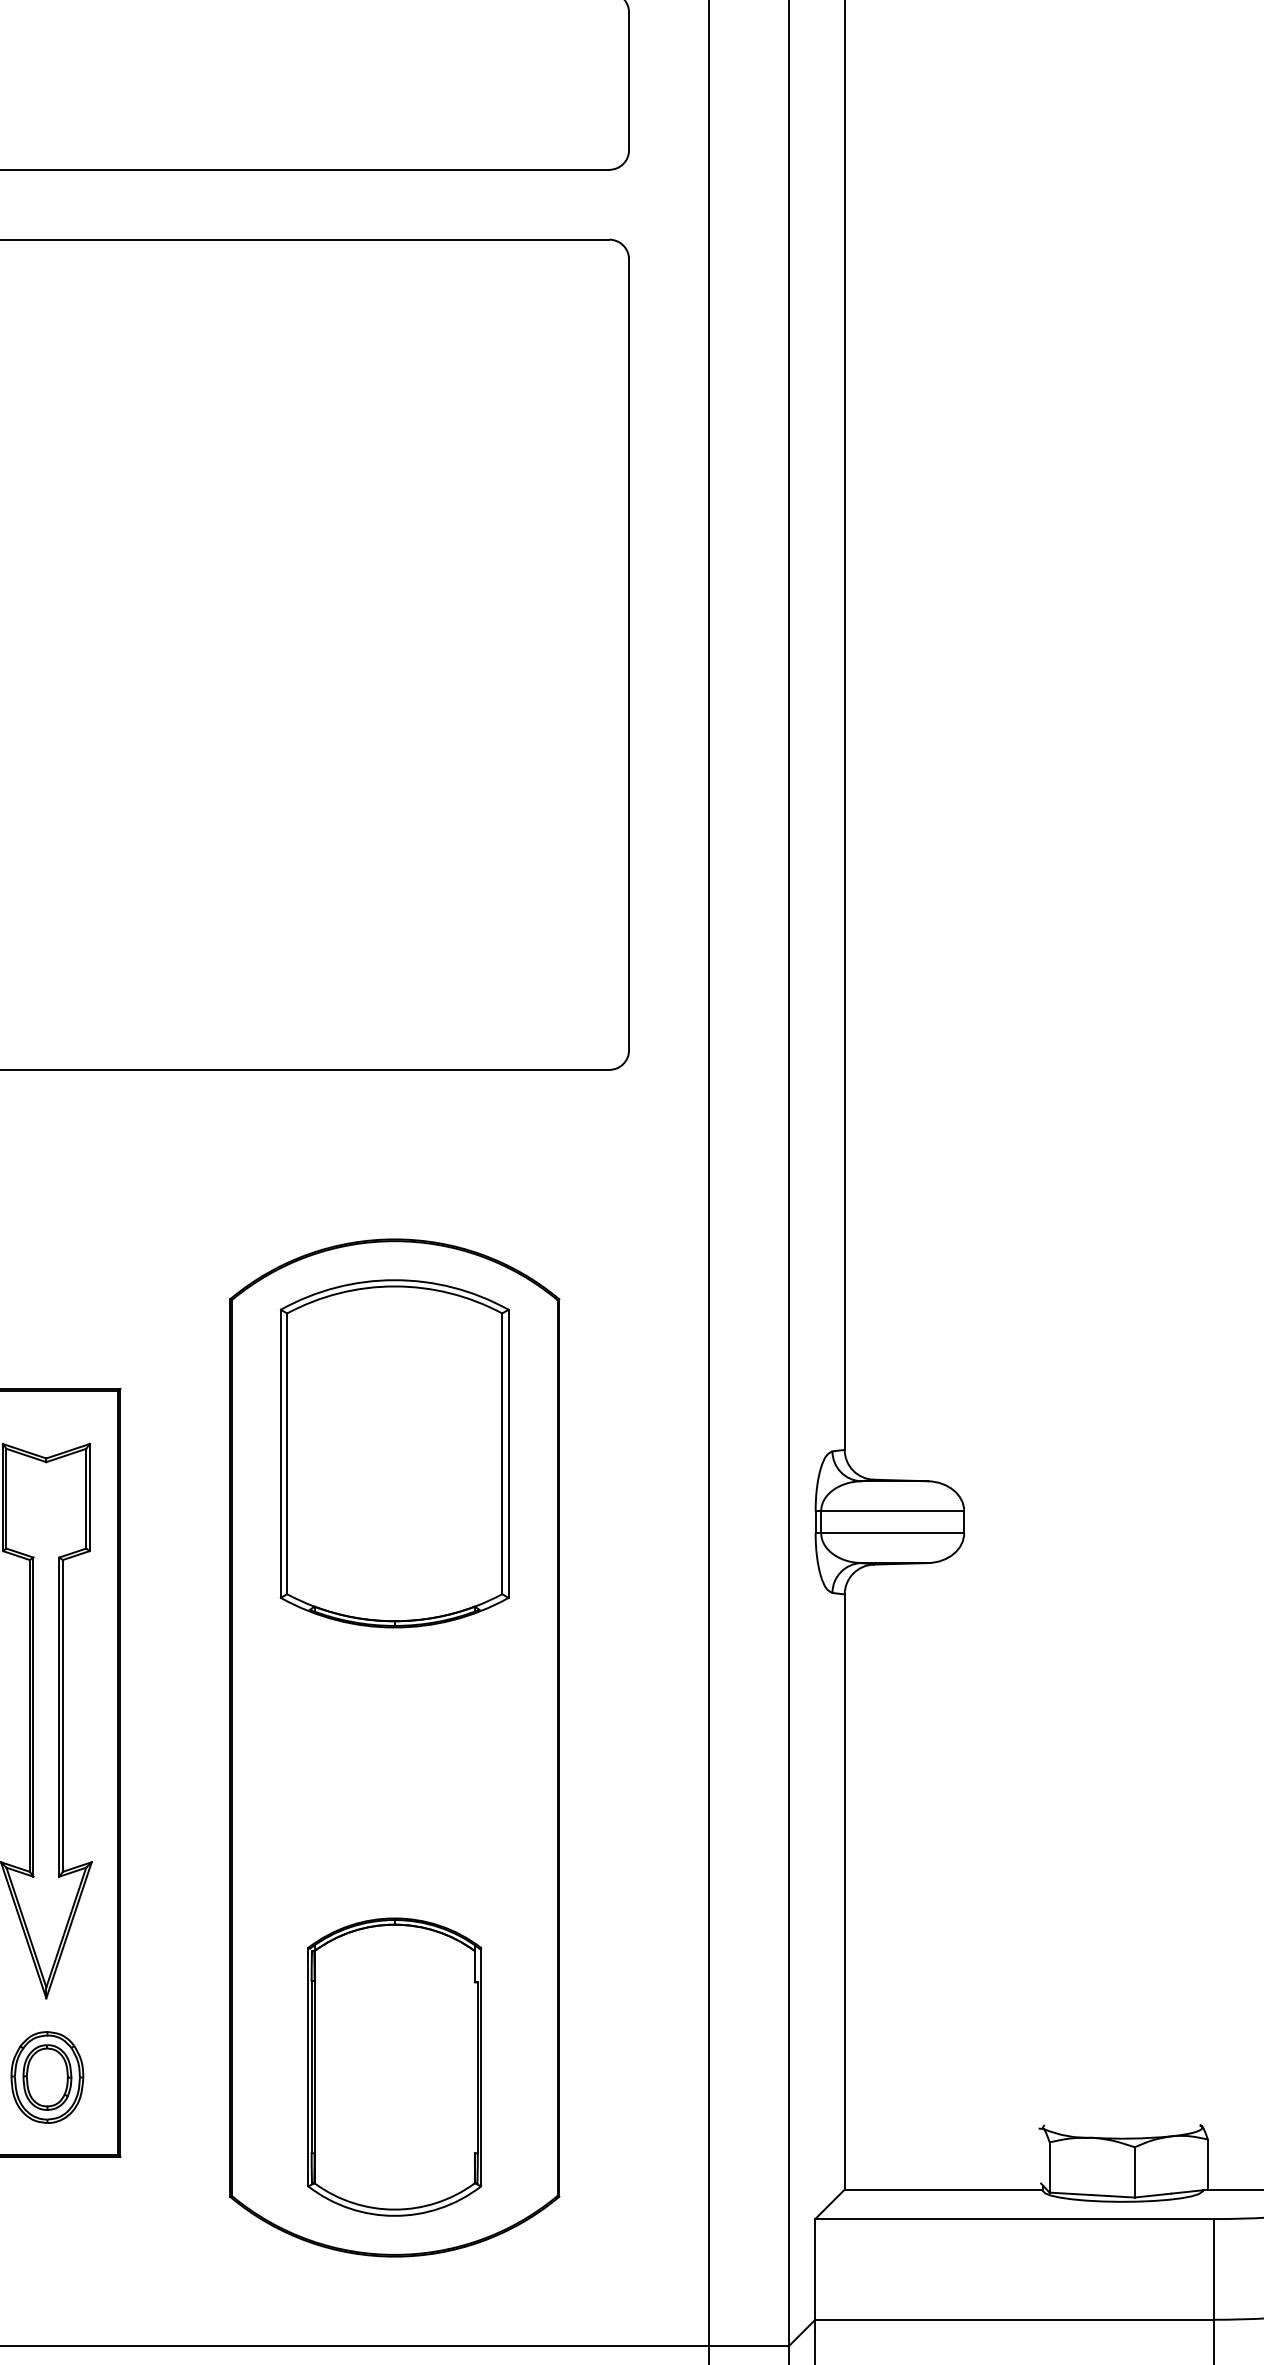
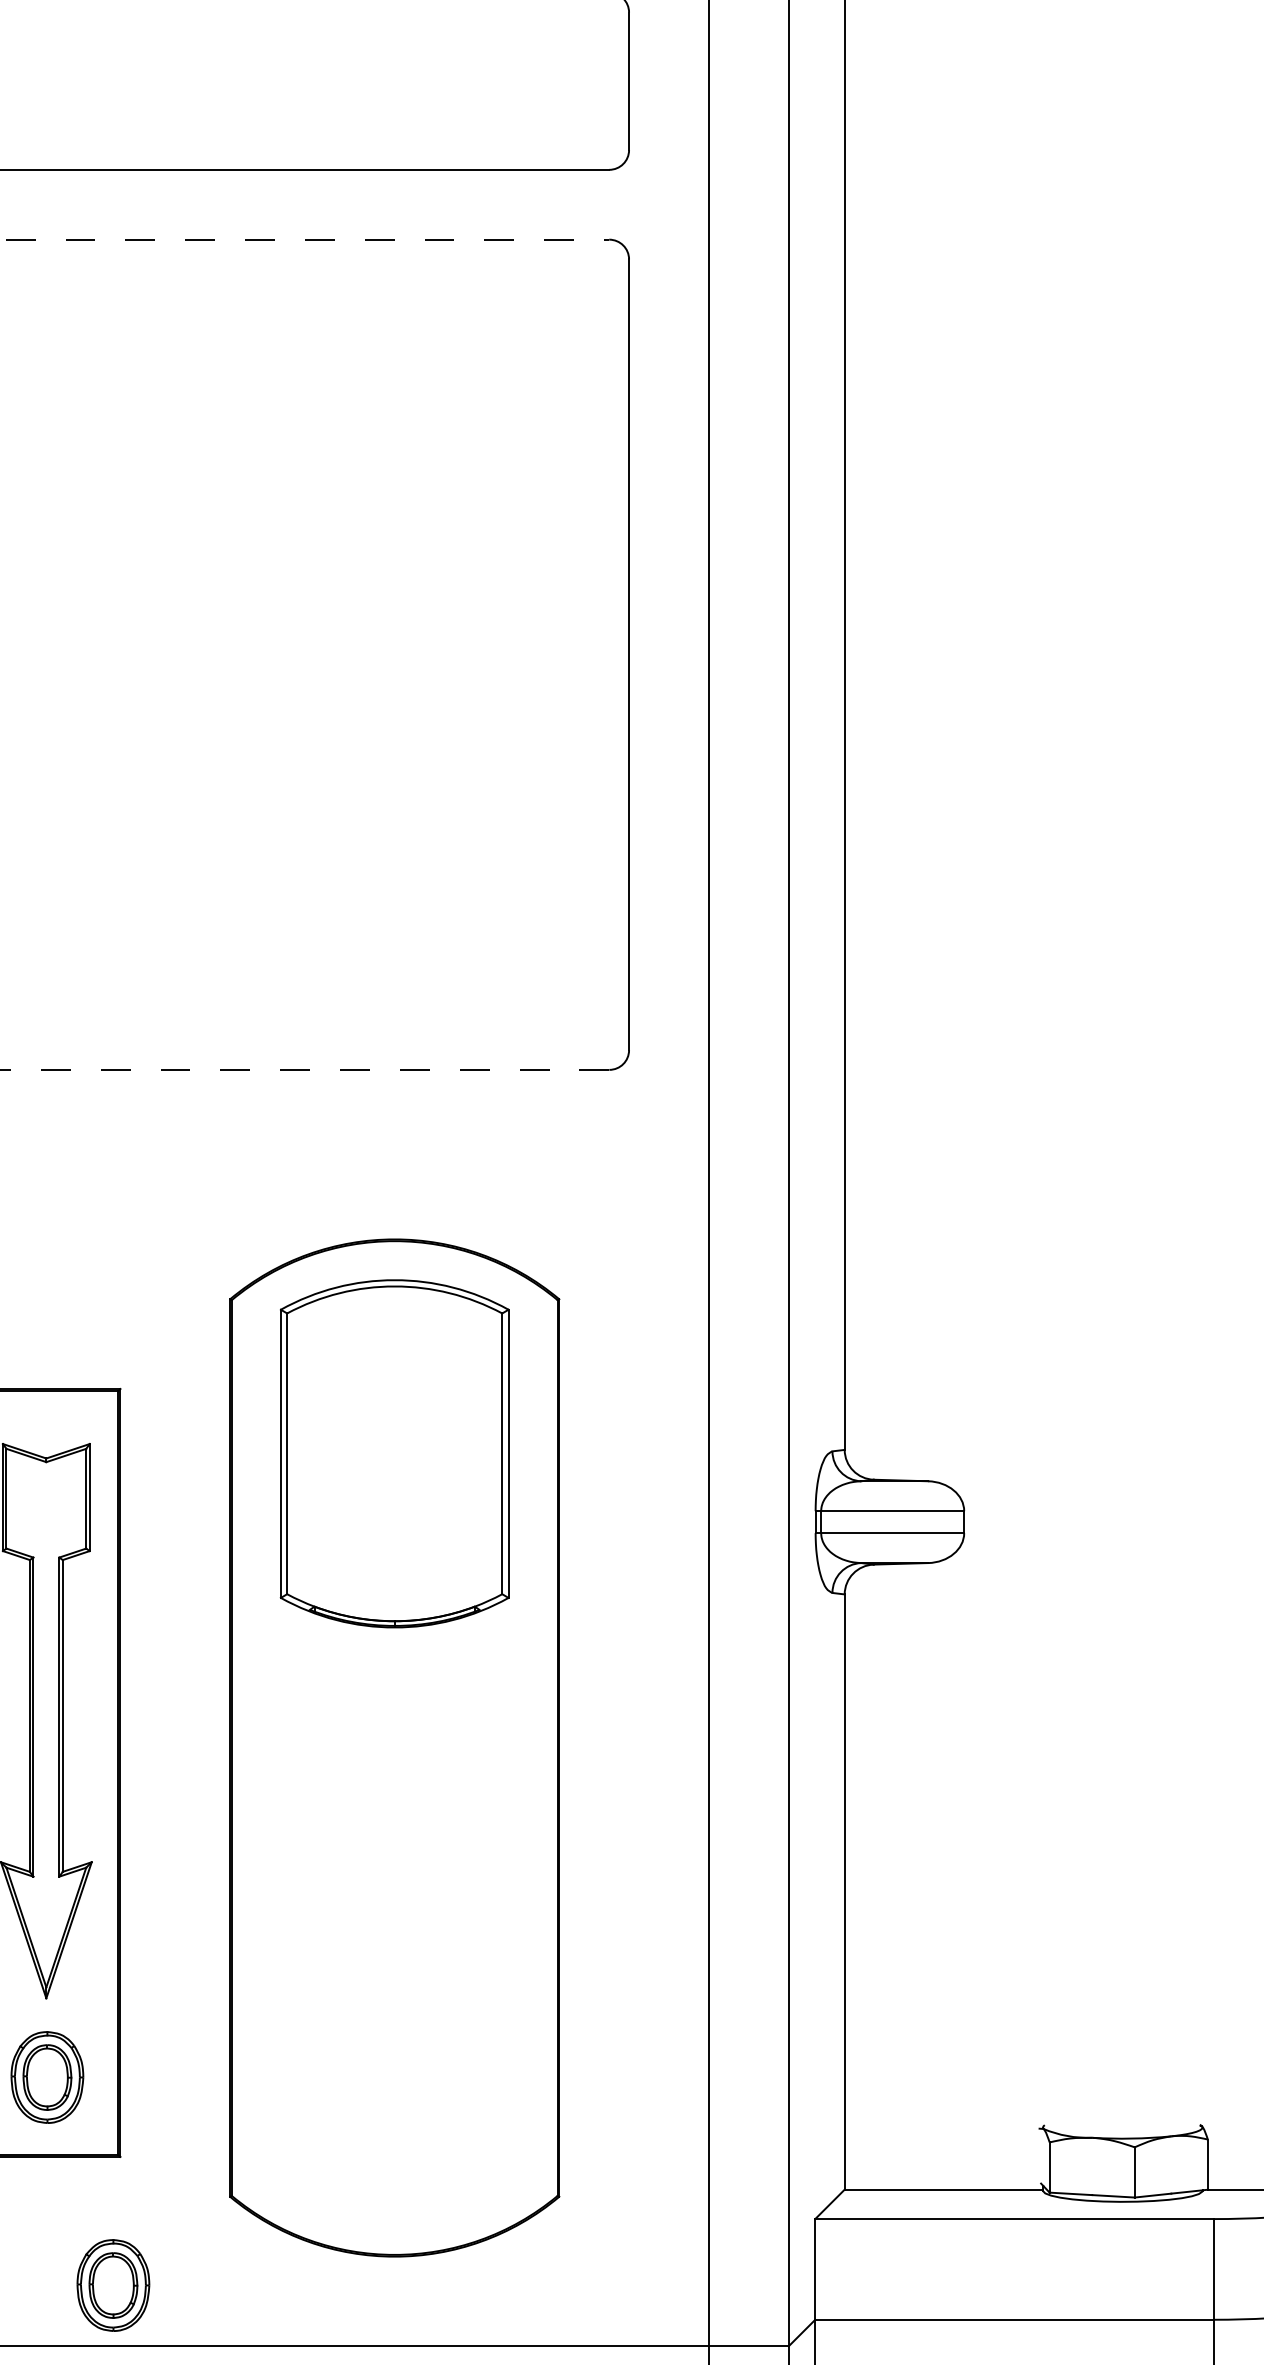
line at (305, 239): solid -> dashed
line at (304, 1069): solid -> dashed
part at (394, 2066): present -> none
part at (113, 2285): none -> present
